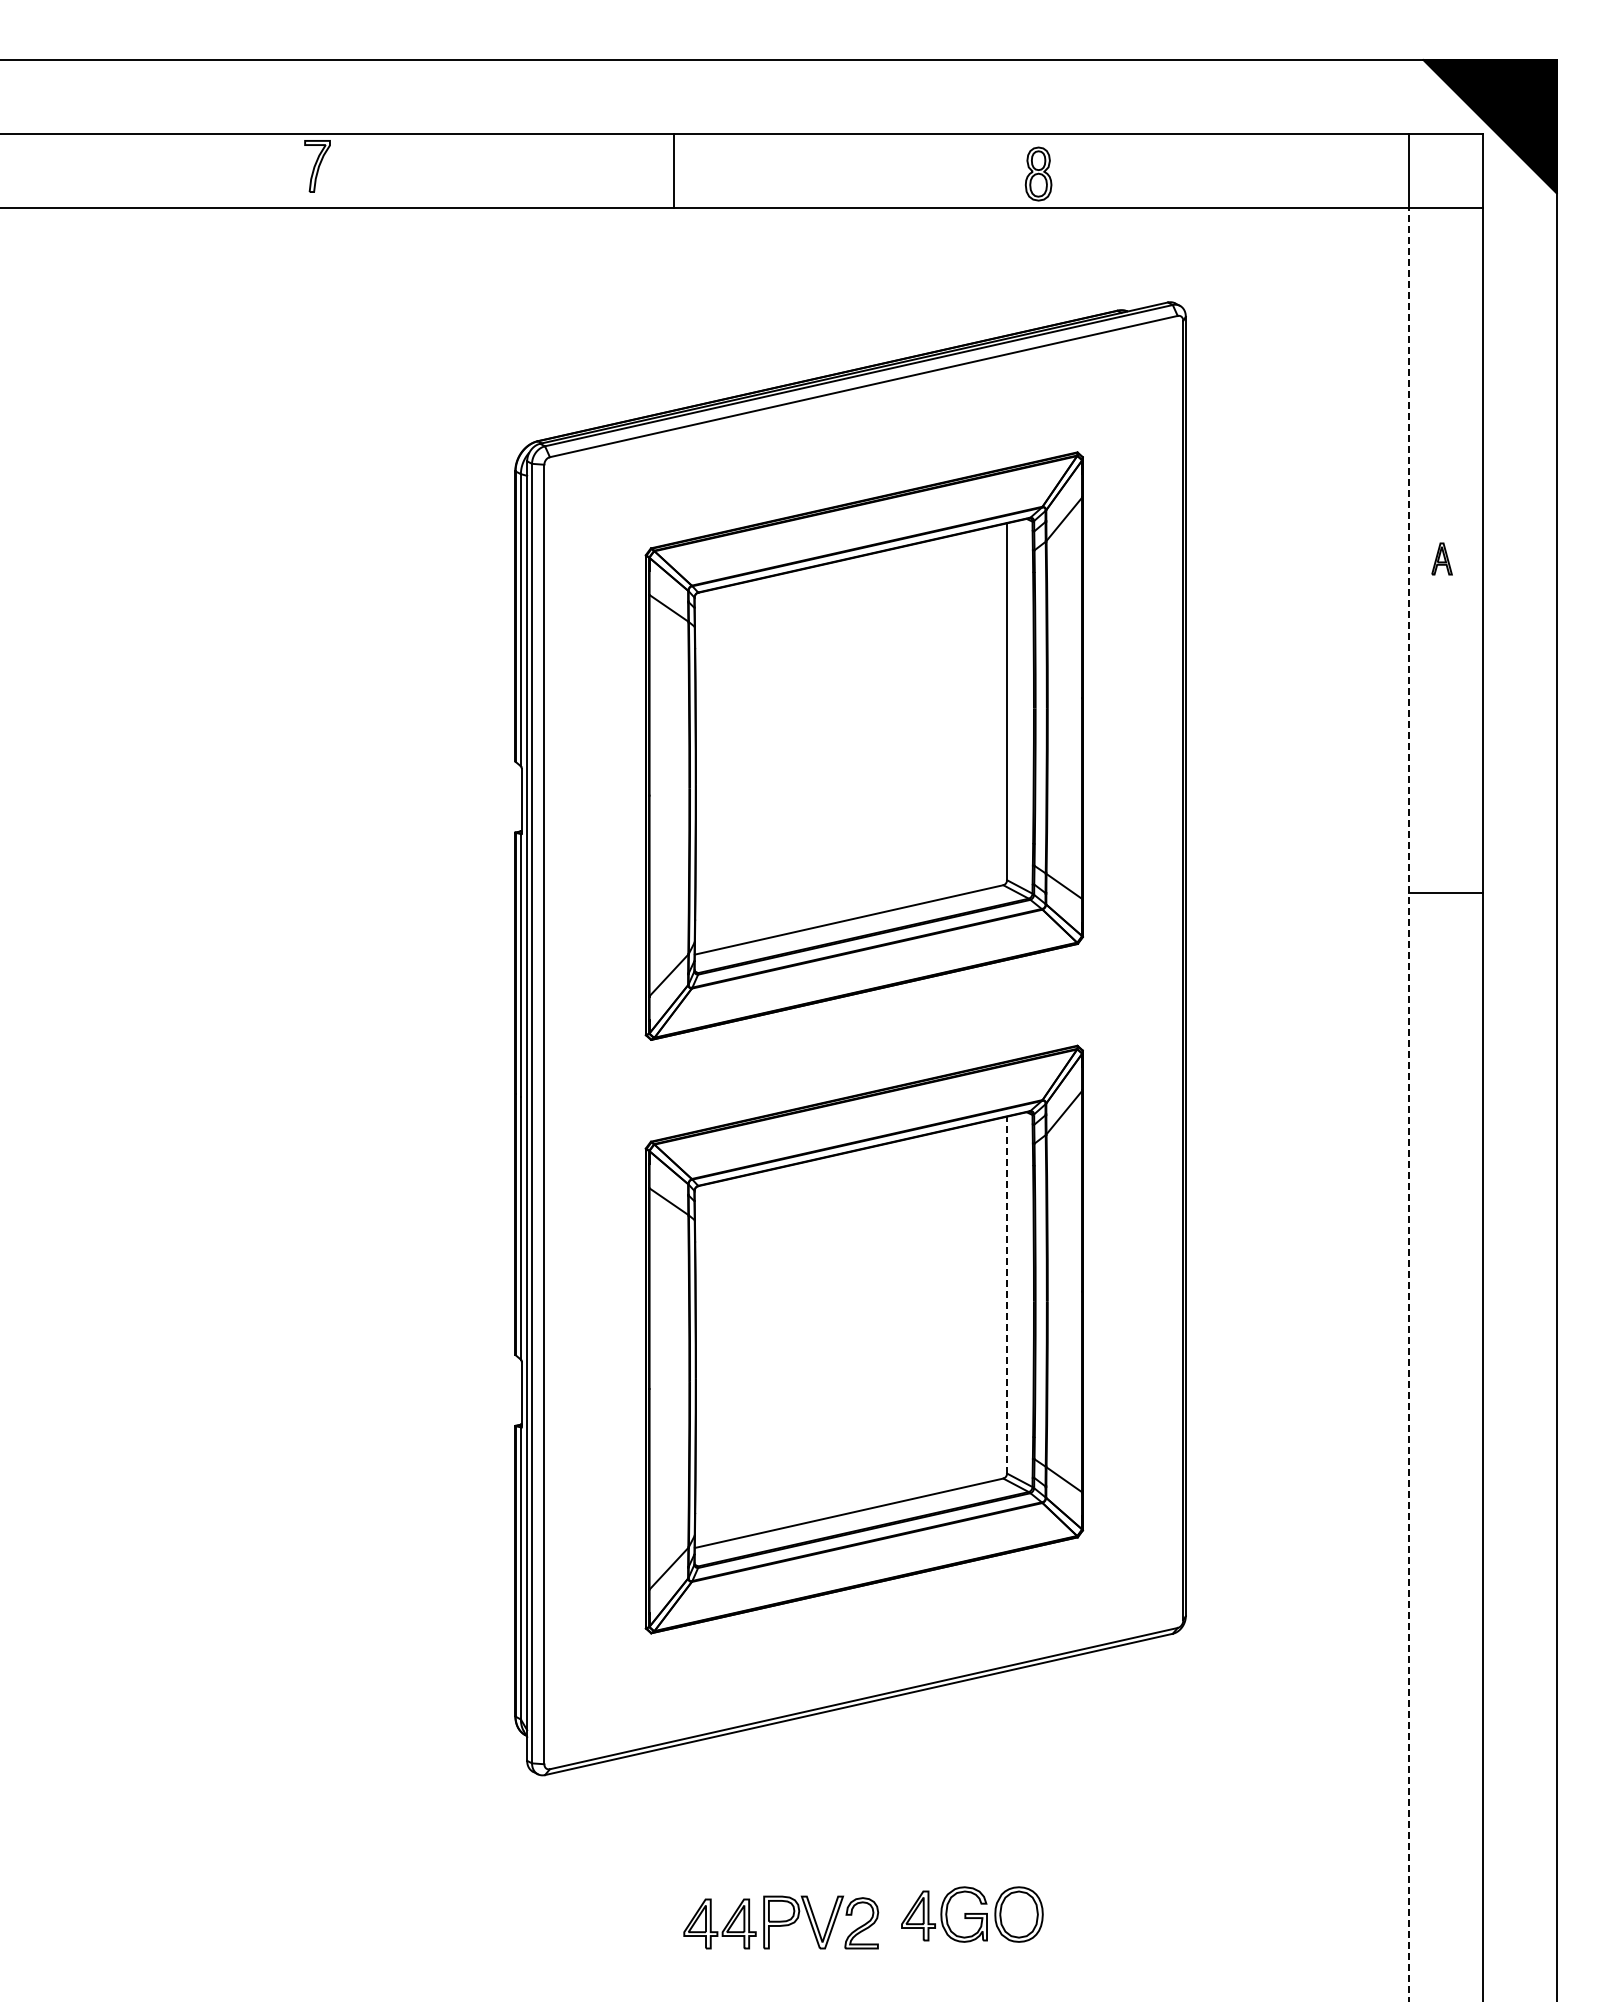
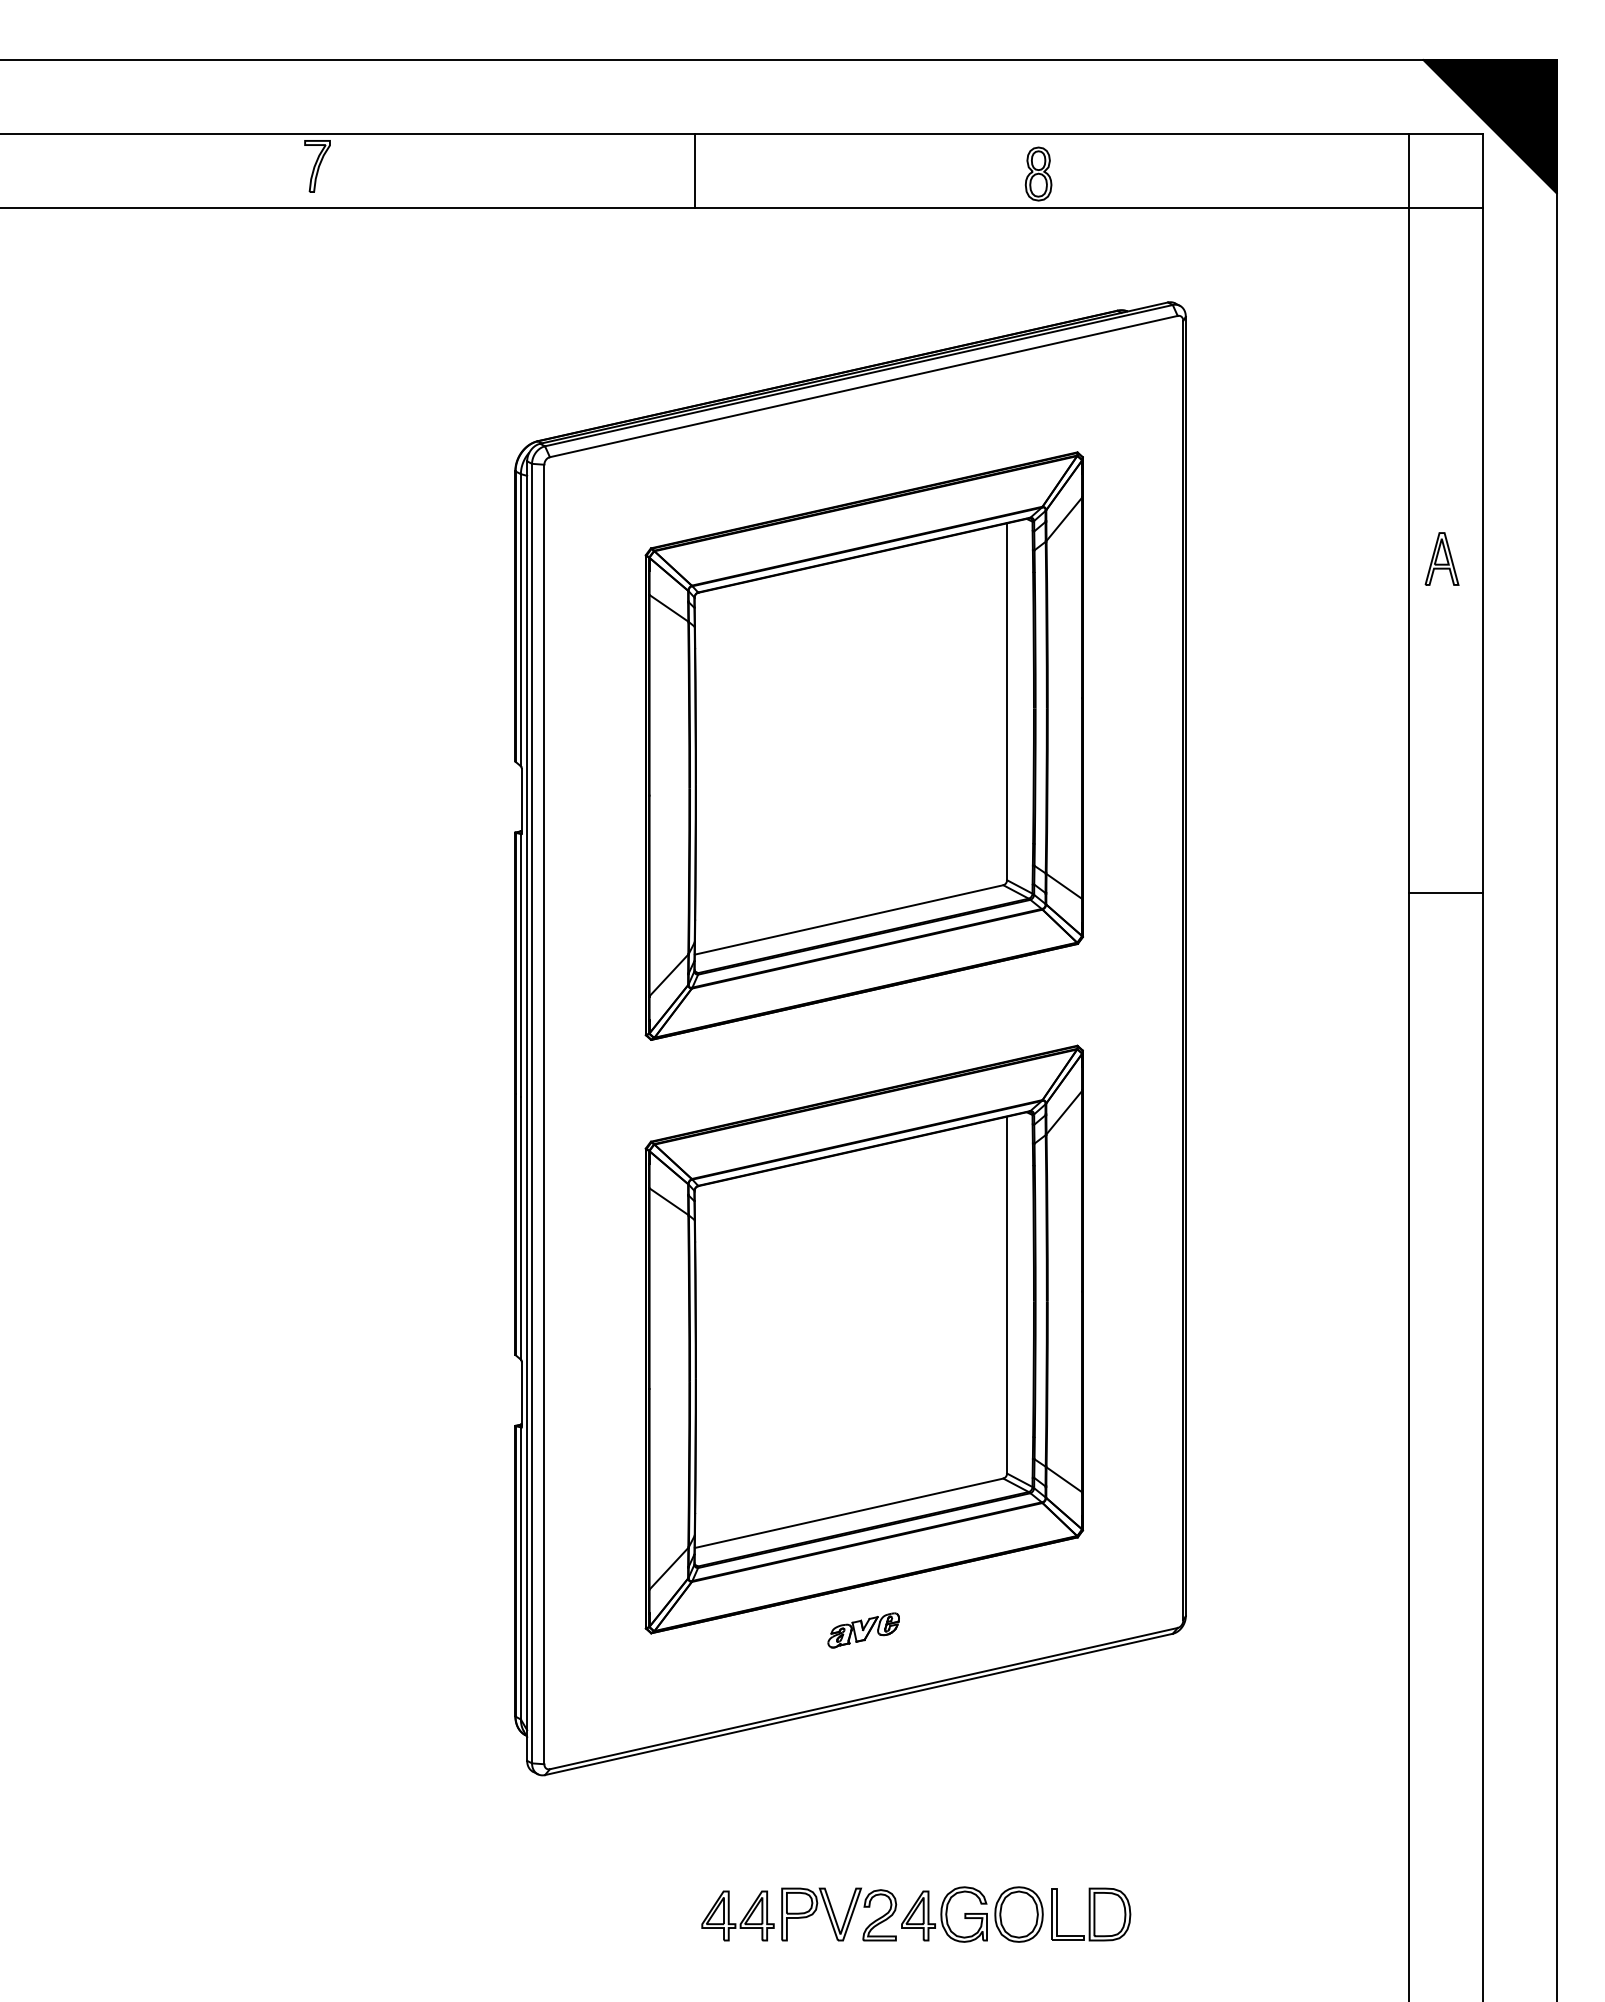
line at (674, 171) position: (674, 171) -> (695, 171)
part at (1441, 558) size: 22x34 px -> 36x54 px
line at (1408, 1104): dashed -> solid
line at (1007, 1294): dashed -> solid
part at (863, 1630): none -> present
part at (1091, 1914): none -> present
part at (781, 1922) position: (781, 1922) -> (799, 1914)
